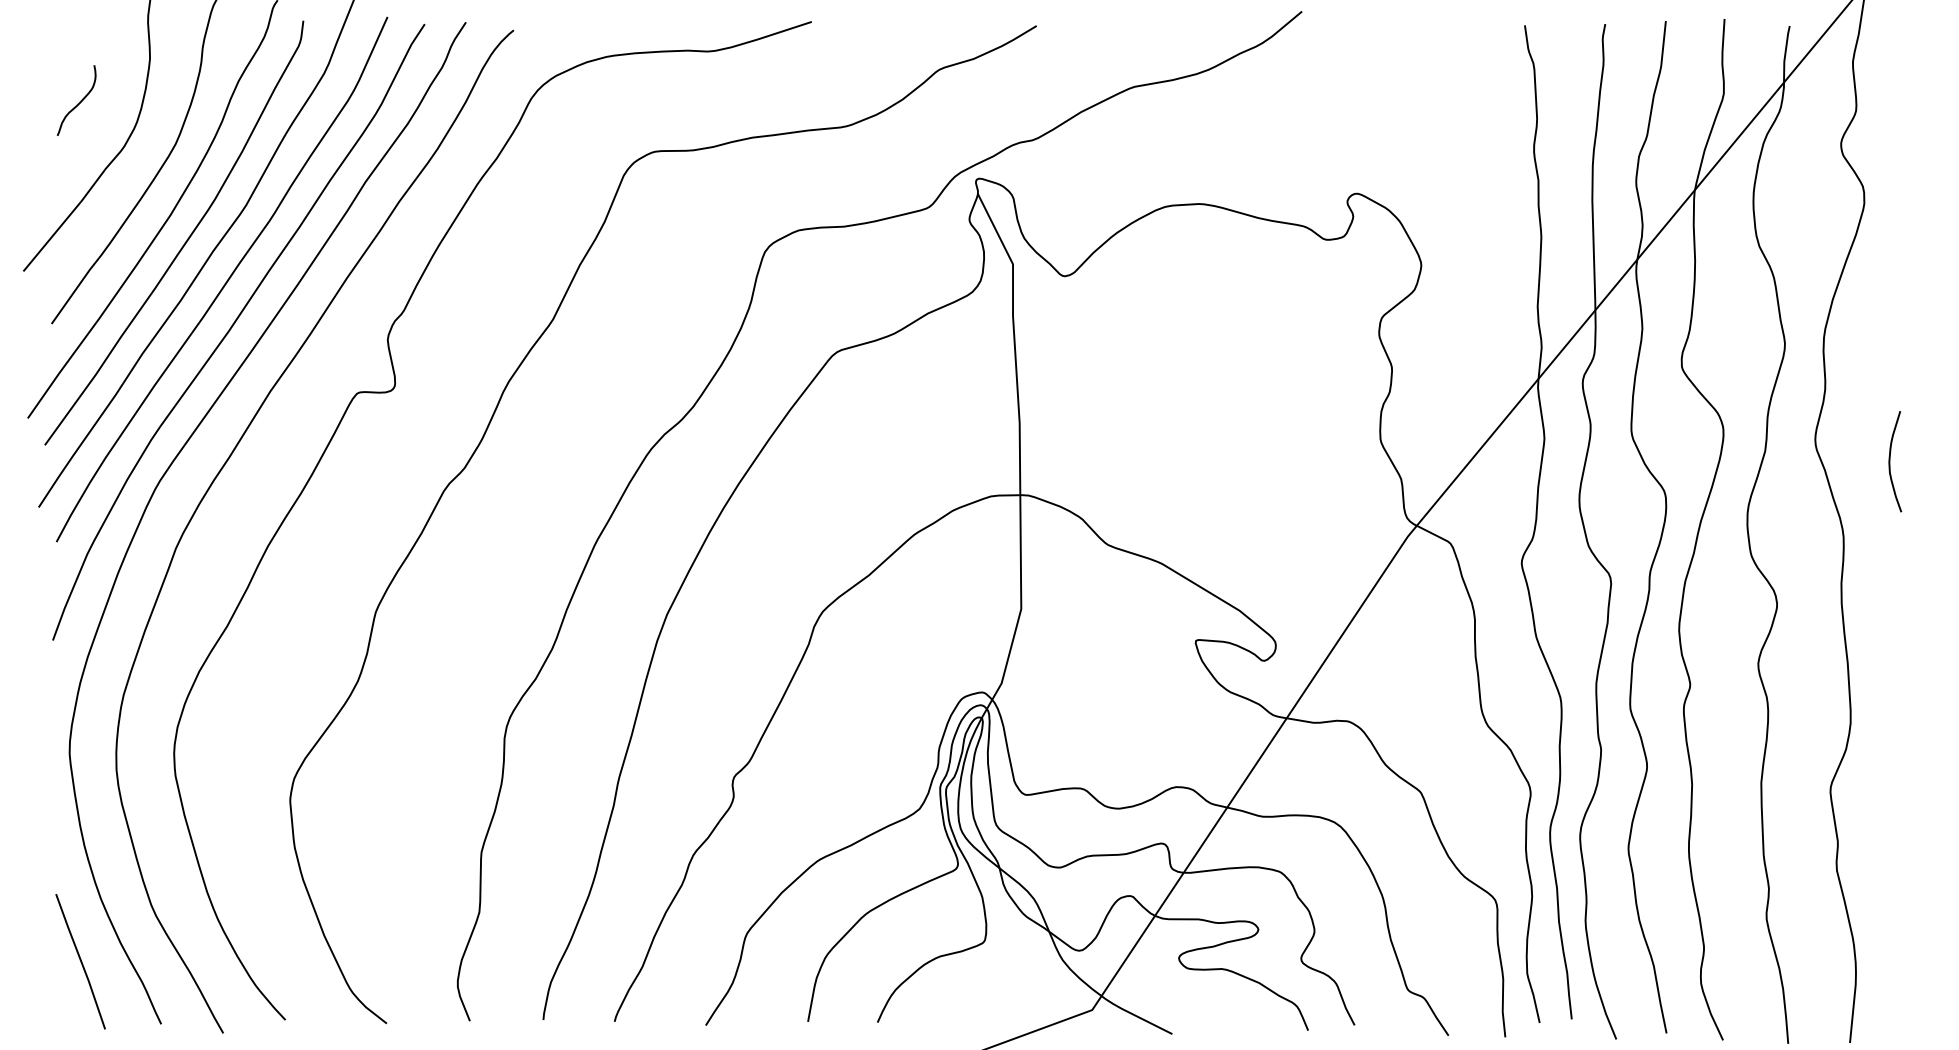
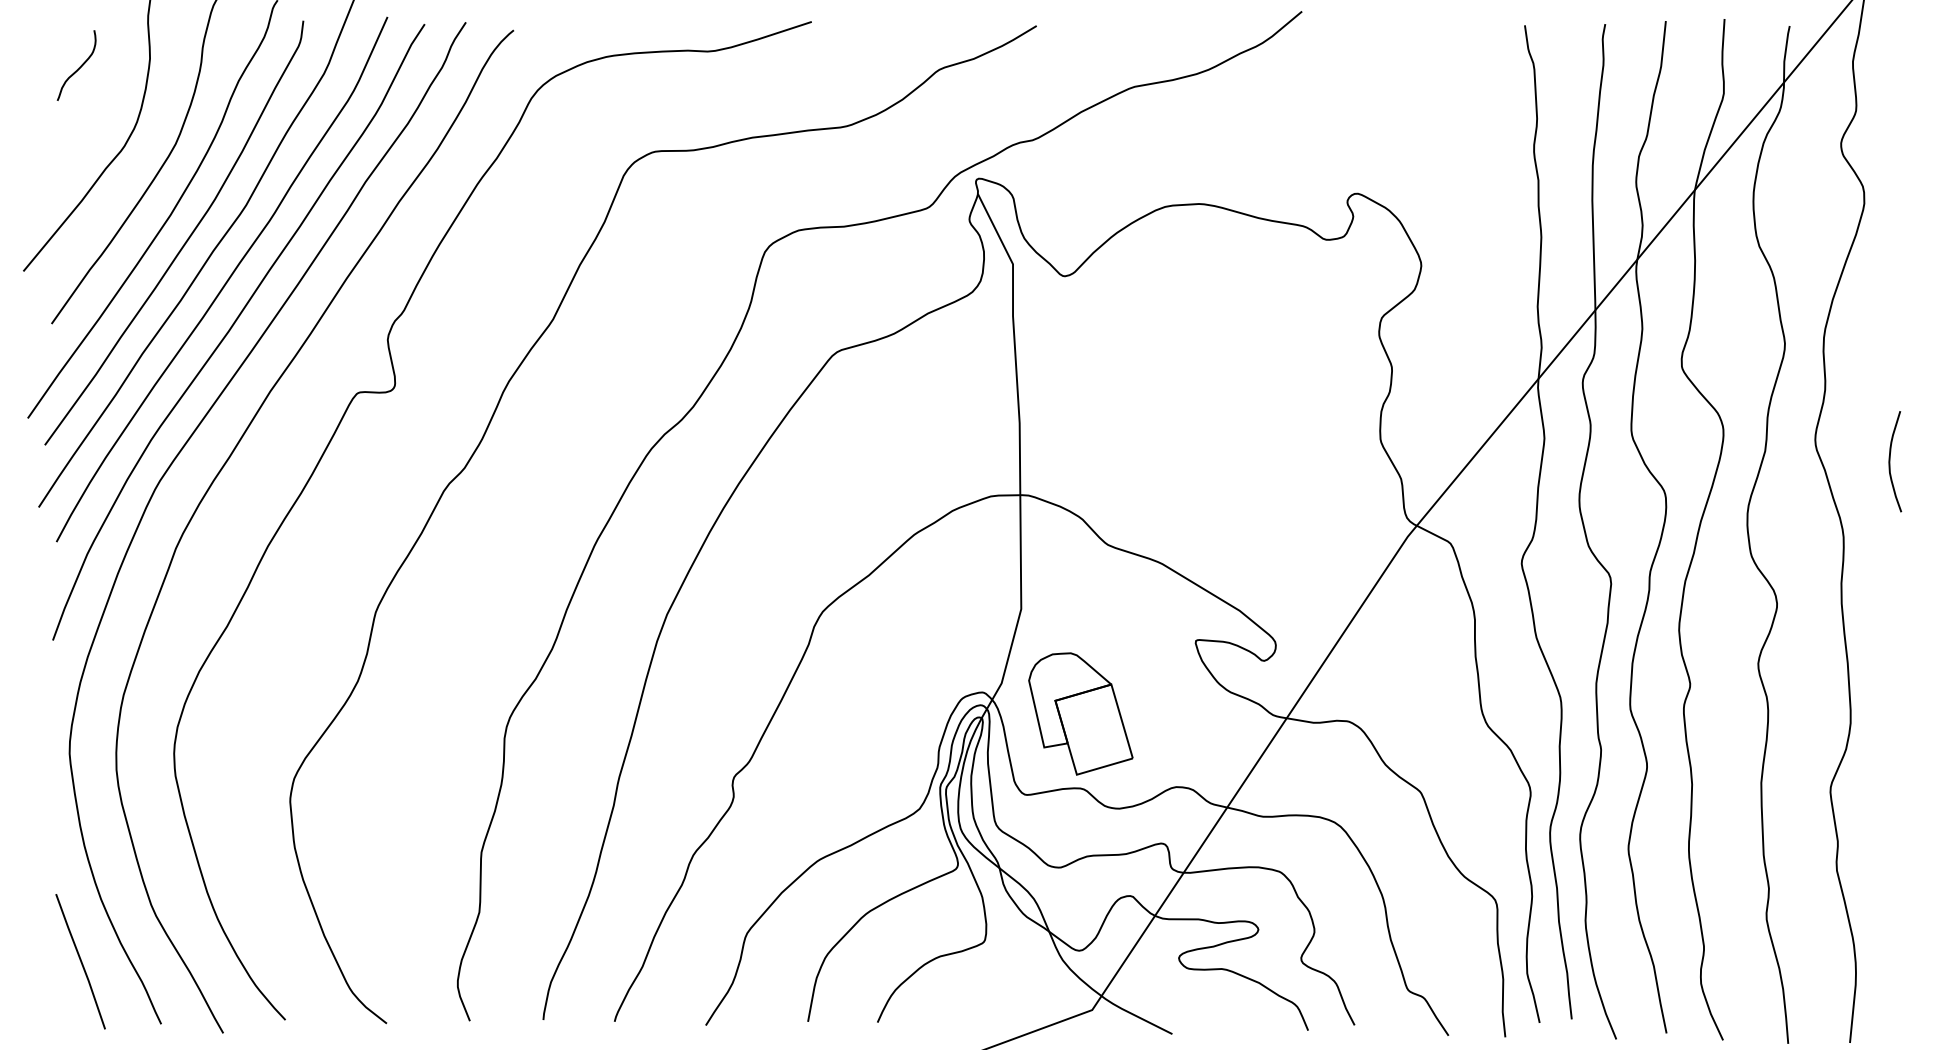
curve at (78, 102) position: (78, 102) -> (78, 67)
part at (1080, 713): none -> present
